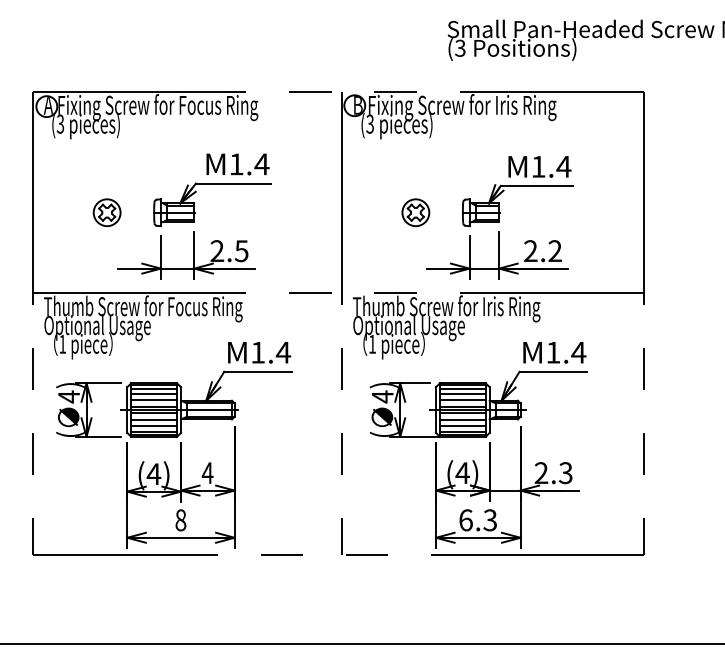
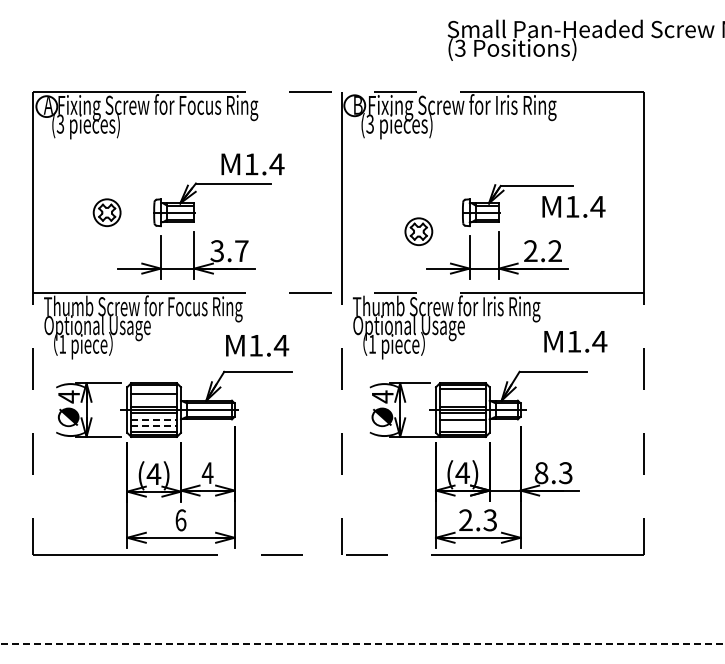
text at (237, 164) position: (237, 164) -> (252, 164)
text at (539, 166) position: (539, 166) -> (573, 206)
part at (415, 212) position: (415, 212) -> (418, 231)
text at (229, 251): 2.5 -> 3.7
text at (259, 352) position: (259, 352) -> (257, 345)
text at (554, 352) position: (554, 352) -> (575, 341)
line at (153, 388): present -> none
line at (462, 393): present -> none
line at (153, 399): present -> none
line at (462, 399): present -> none
line at (154, 420): solid -> dashed
line at (154, 426): solid -> dashed
line at (462, 426): present -> none
text at (541, 473): 2.3 -> 8.3
text at (180, 520): 8 -> 6
text at (465, 520): 6.3 -> 2.3
line at (362, 644): solid -> dashed
